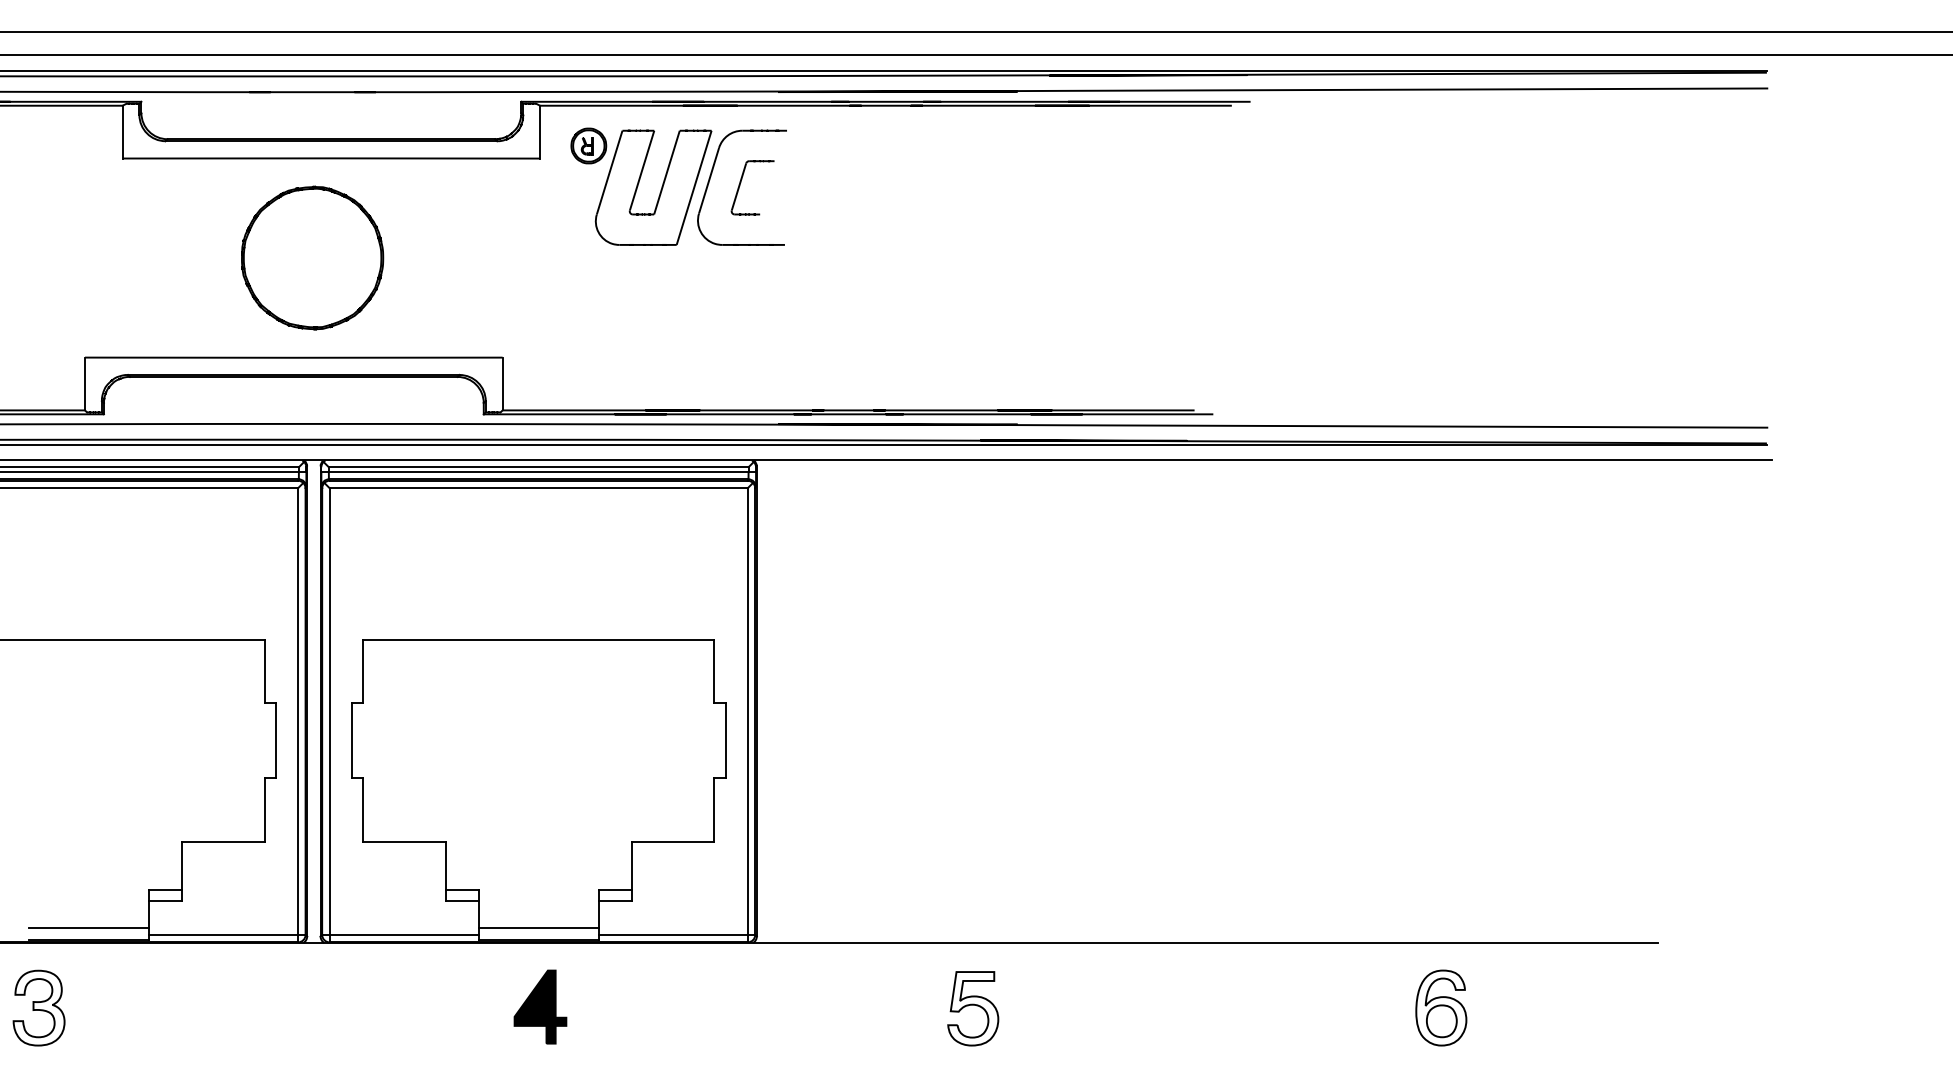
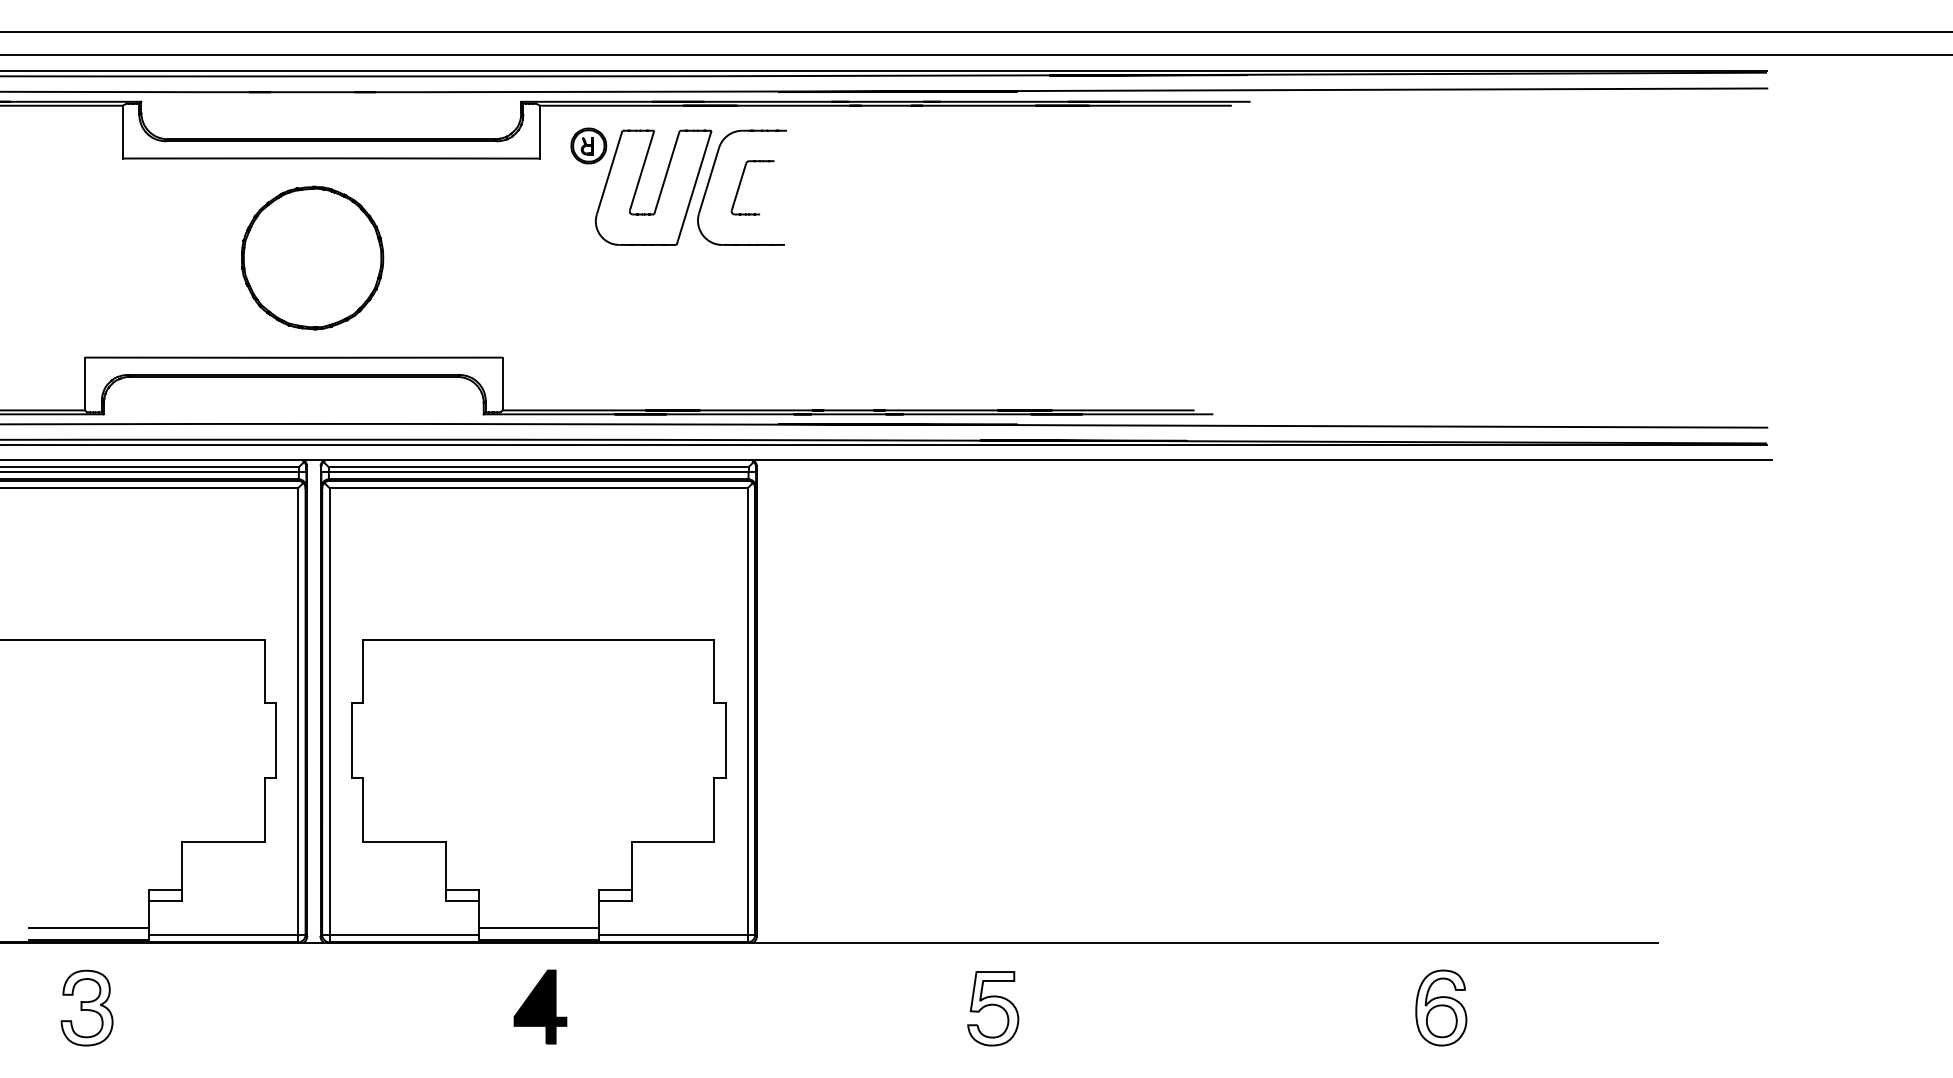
part at (38, 1007) position: (38, 1007) -> (86, 1007)
part at (973, 1008) position: (973, 1008) -> (993, 1008)
